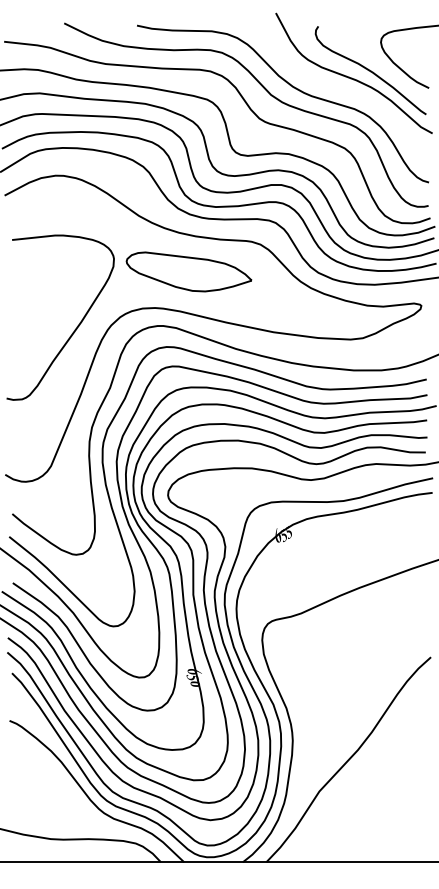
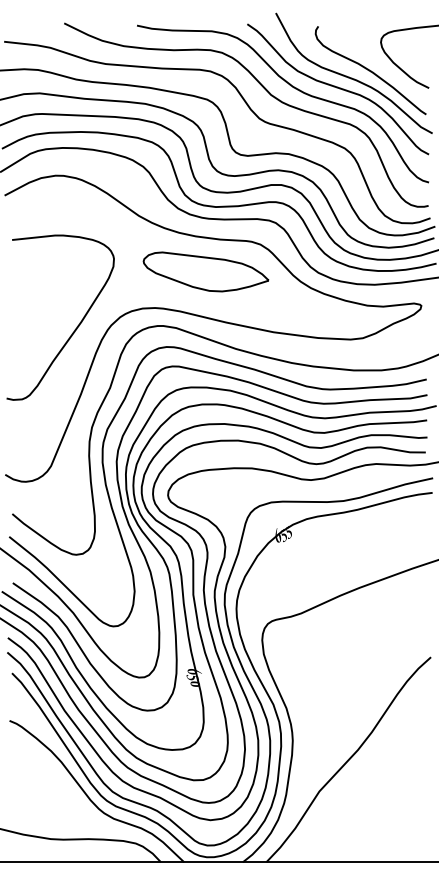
curve at (338, 88): none -> present
part at (188, 271) position: (188, 271) -> (205, 271)
